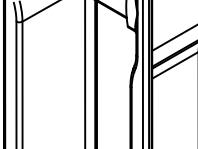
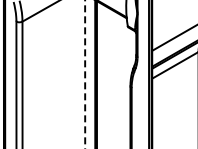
line at (142, 73): present -> none
line at (85, 75): solid -> dashed
